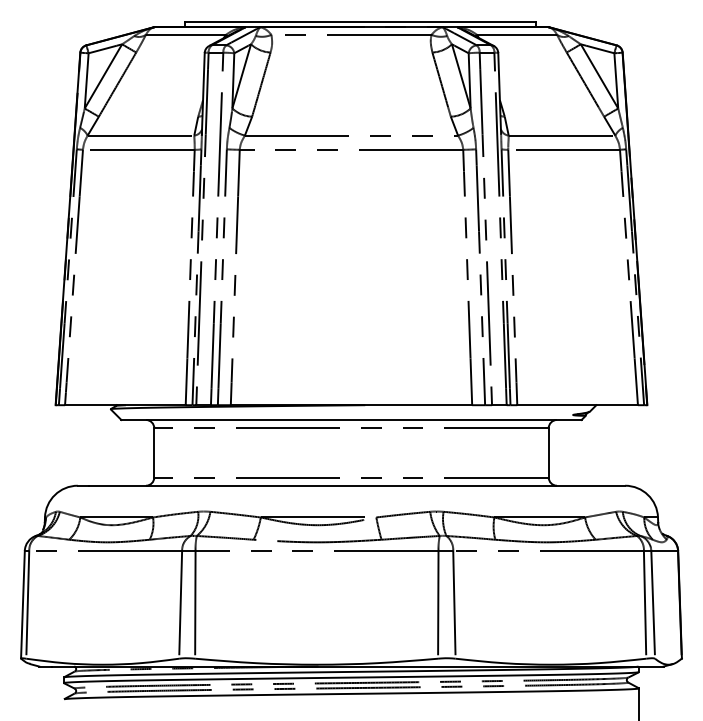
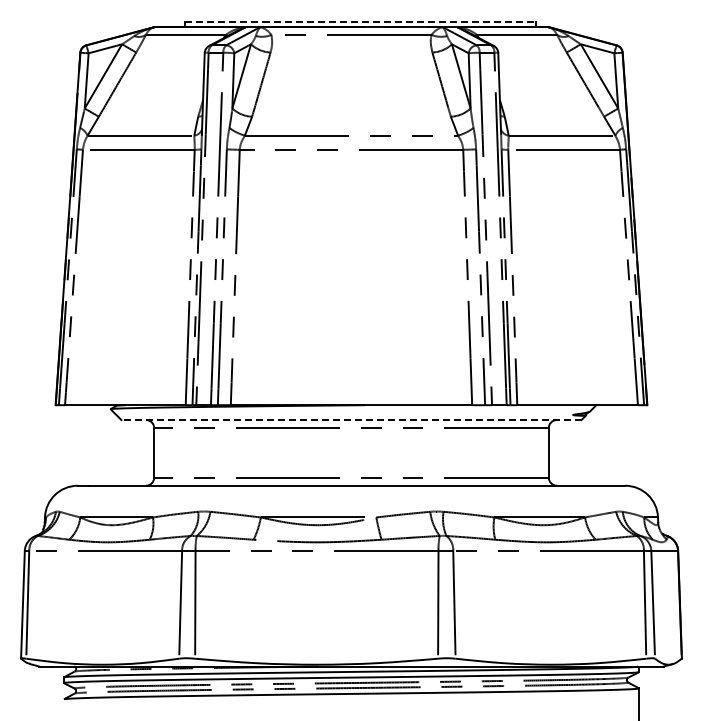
line at (361, 22): solid -> dashed
line at (351, 419): solid -> dashed
